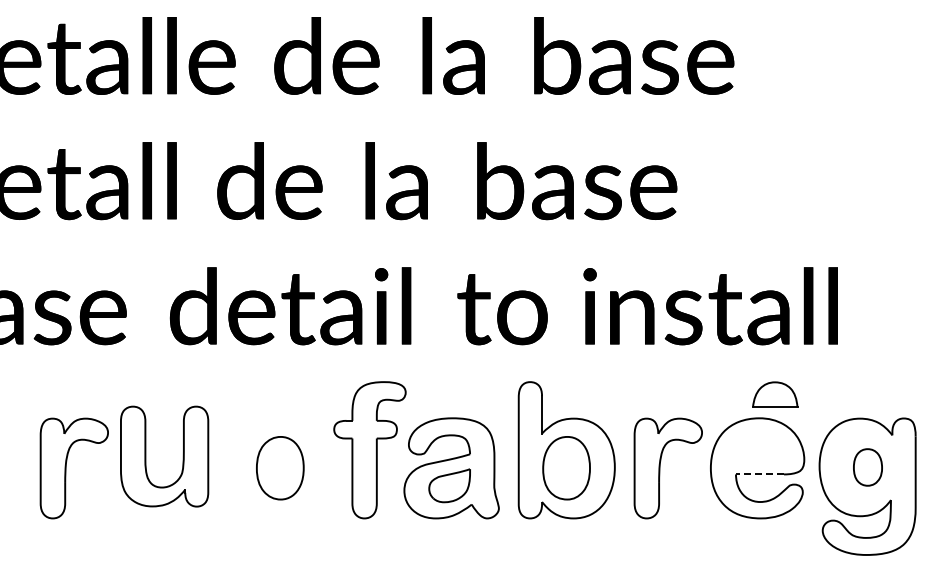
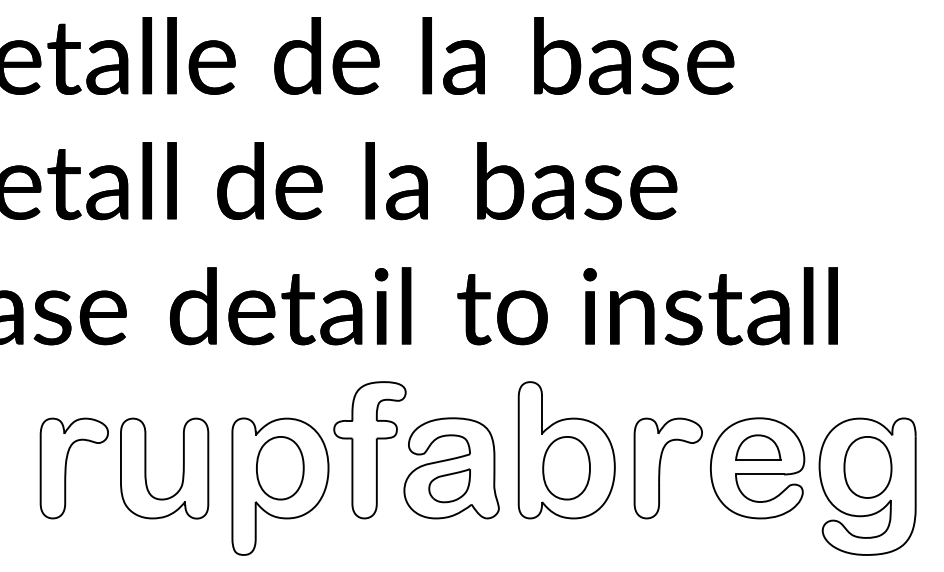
part at (775, 394) position: (775, 394) -> (758, 447)
part at (146, 456) position: (146, 456) -> (146, 468)
part at (867, 467) size: 30x39 px -> 50x63 px
line at (759, 474): dashed -> solid
part at (280, 486): none -> present
